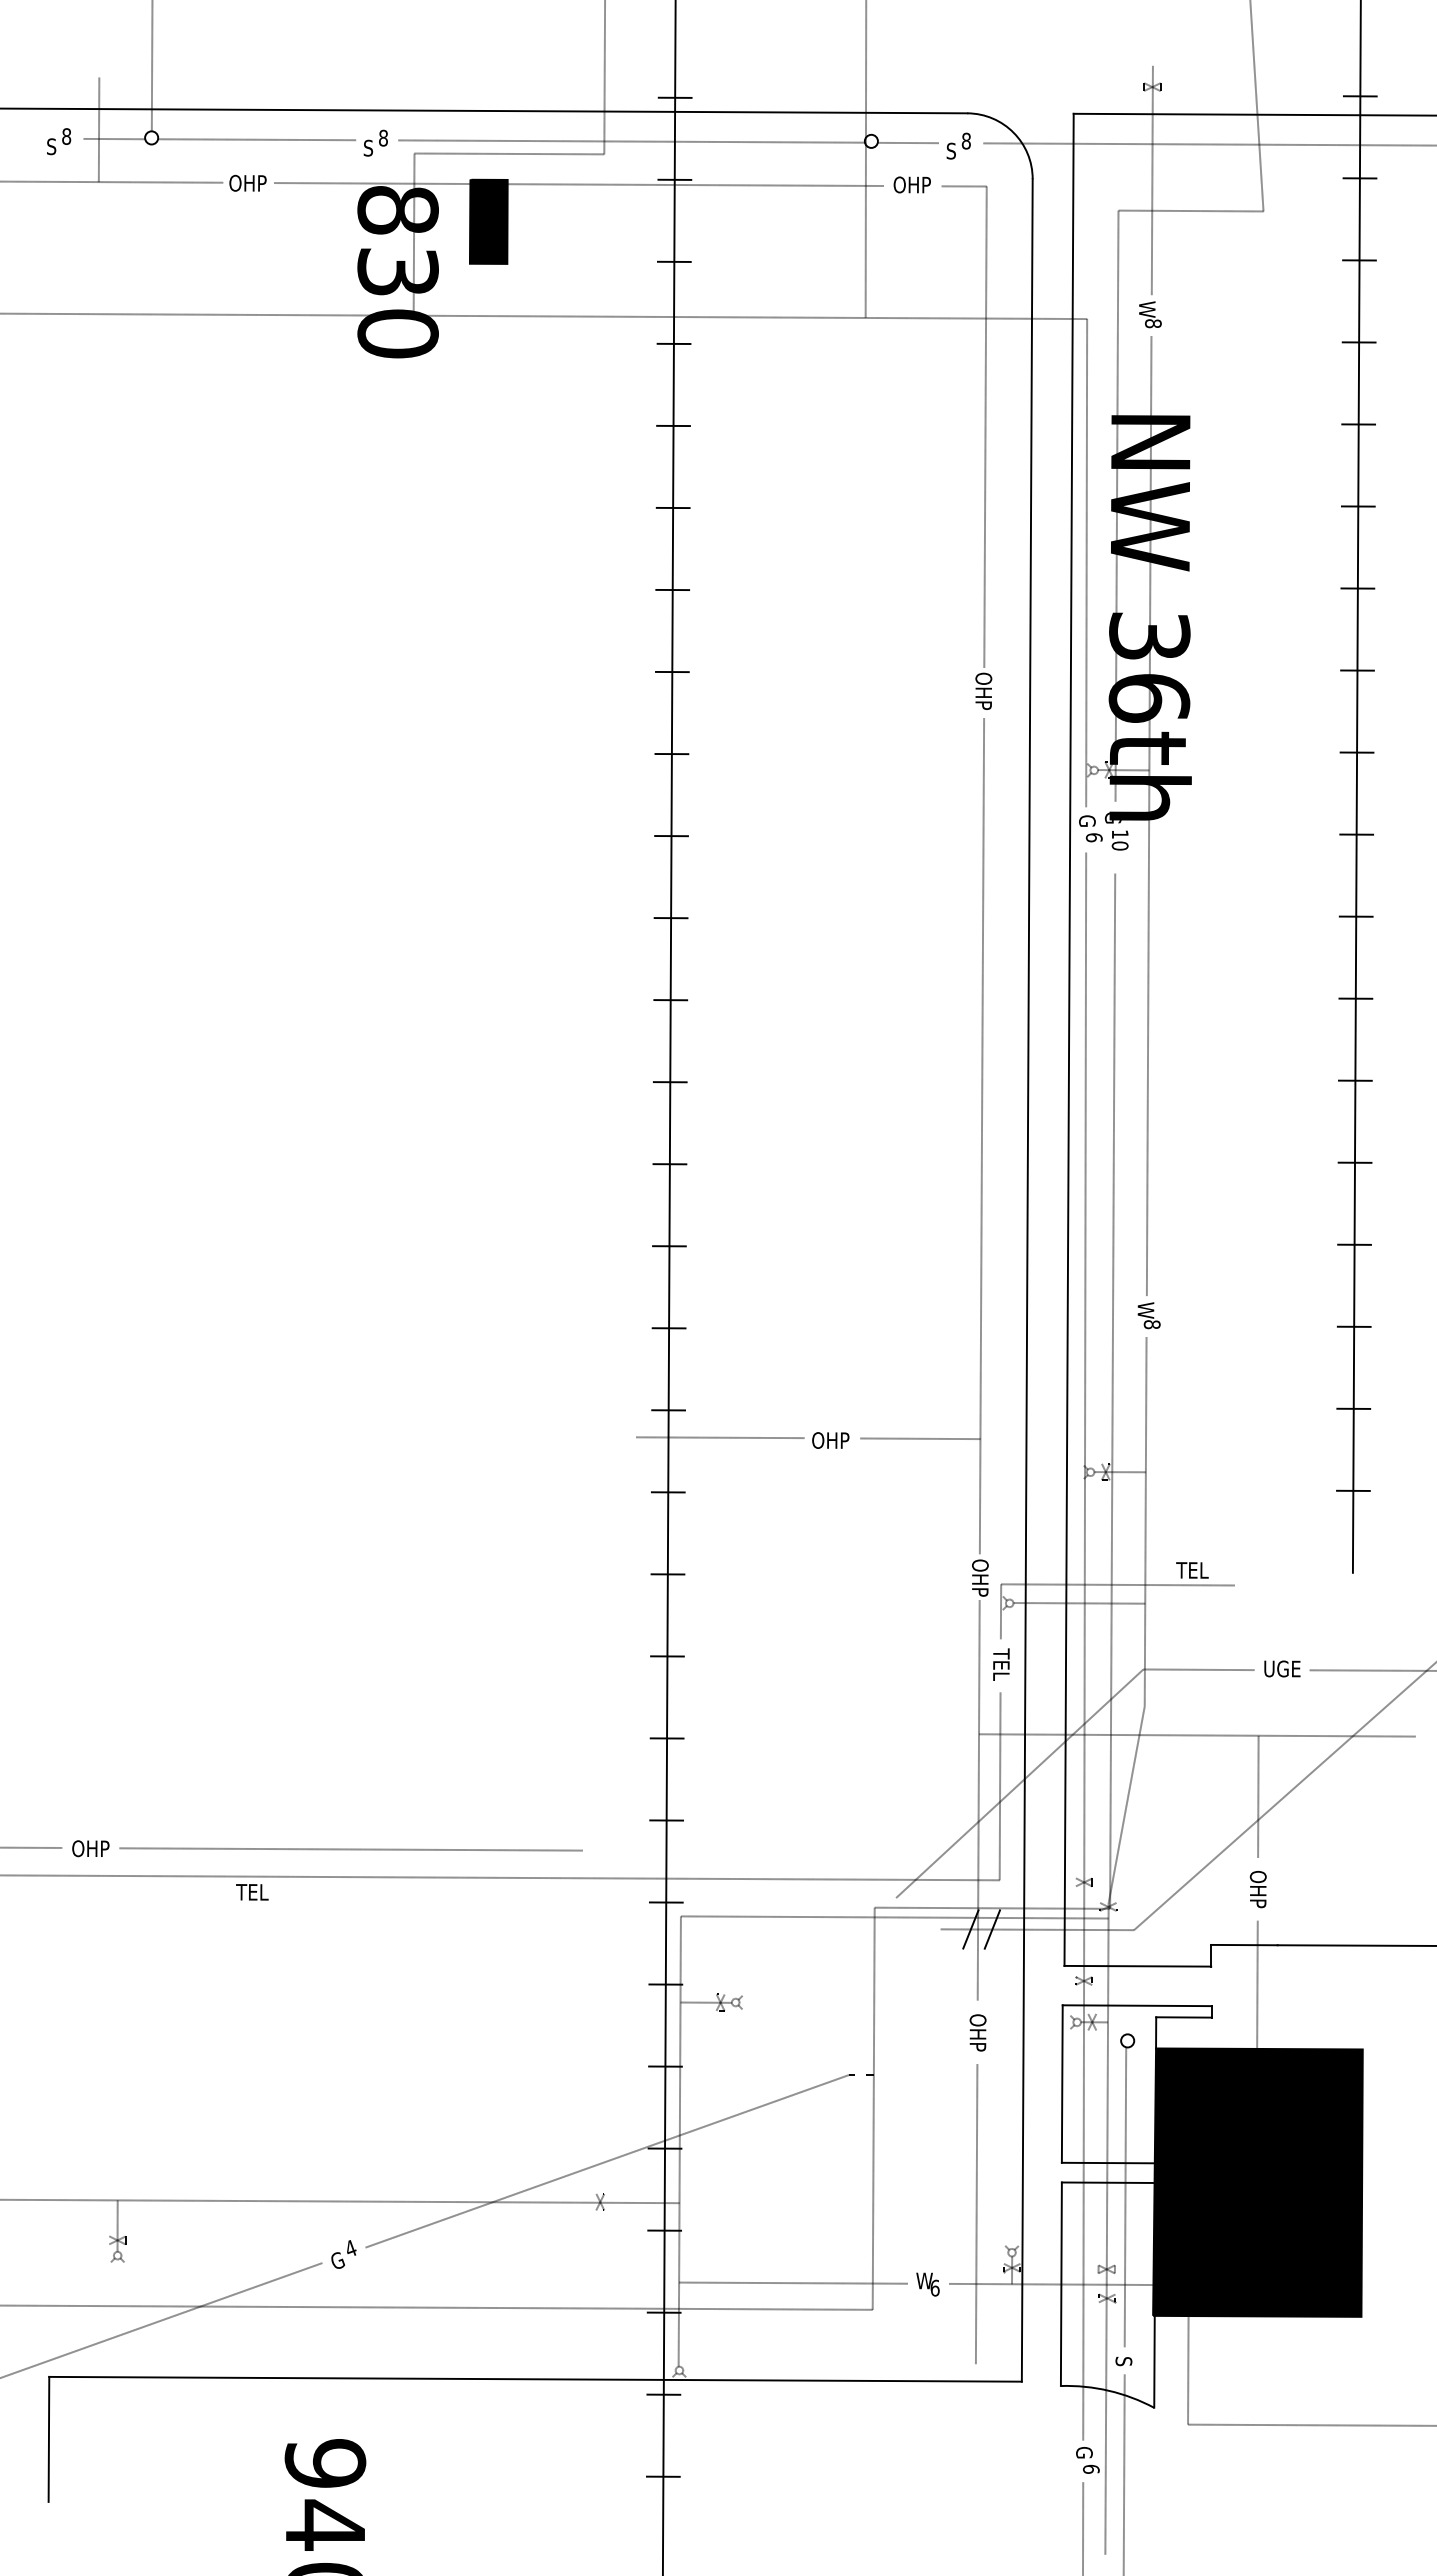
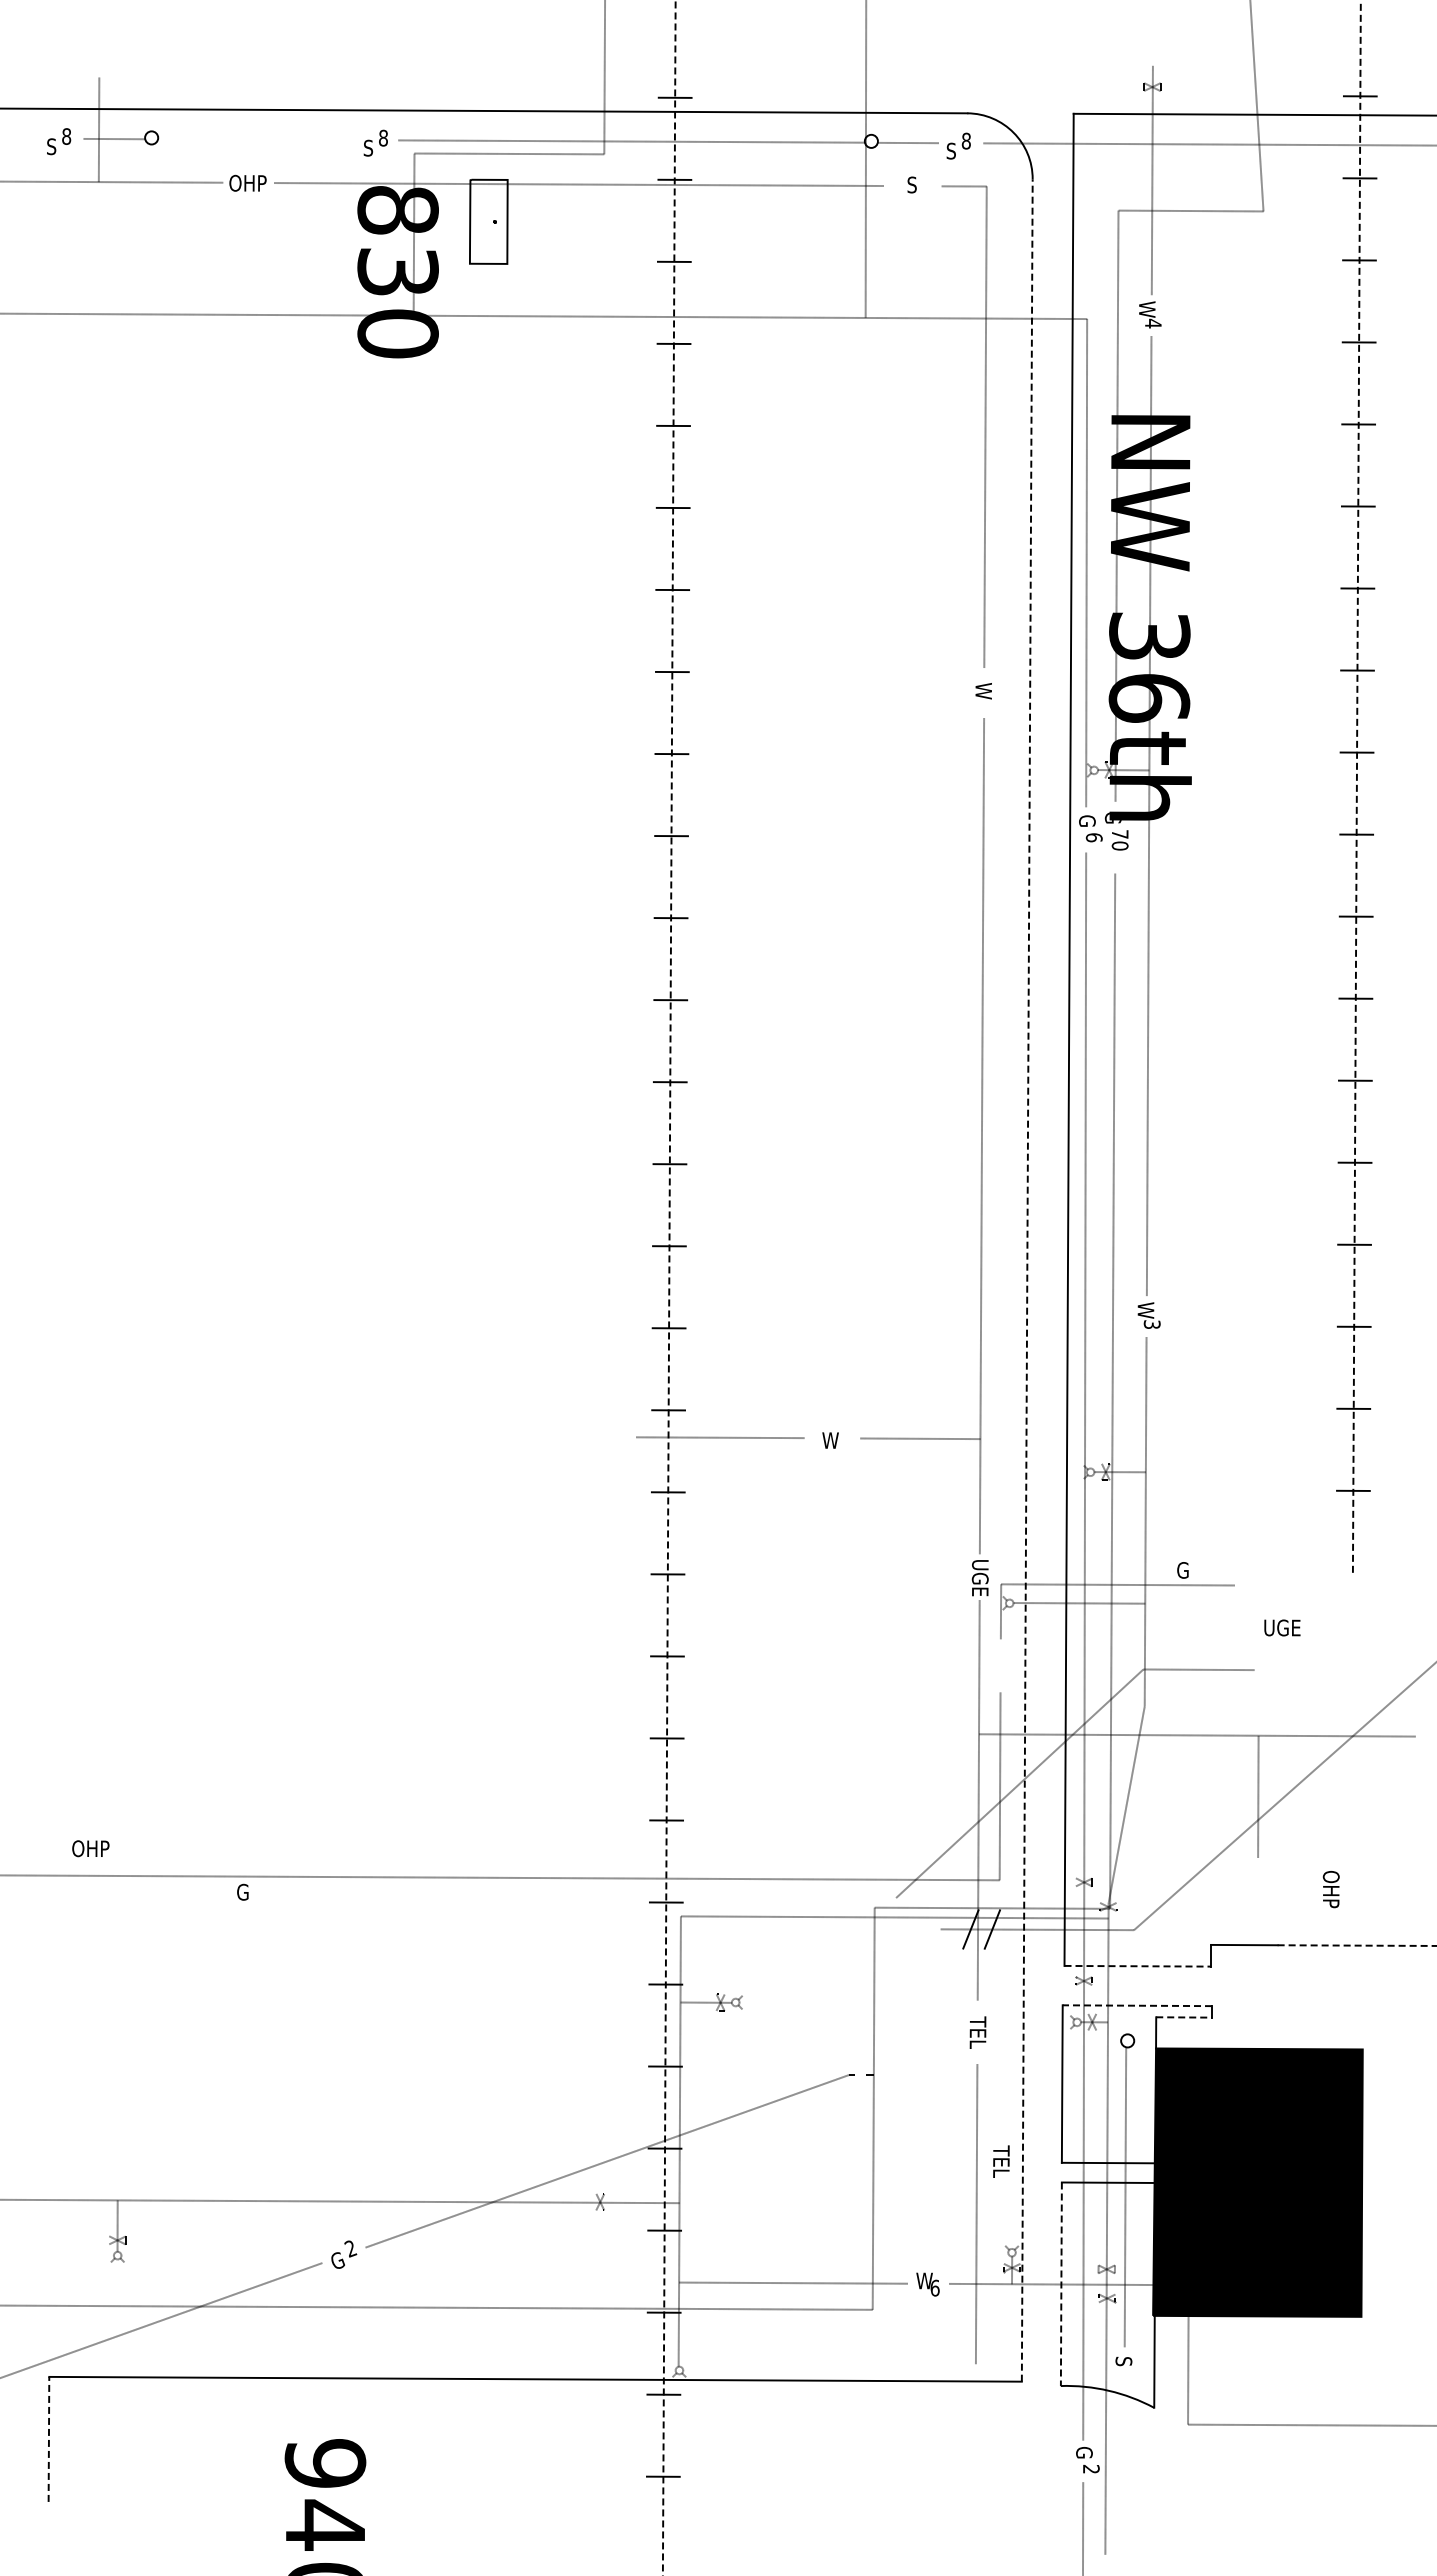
line at (151, 66): present -> none
line at (257, 139): present -> none
text at (911, 184): OHP -> S
fill at (488, 221): present -> none
text at (1153, 323): 8 -> 4
text at (983, 690): OHP -> W
line at (1356, 786): solid -> dashed
text at (1120, 834): 10 -> 70
line at (1027, 1279): solid -> dashed
line at (669, 1287): solid -> dashed
text at (1151, 1324): 8 -> 3
text at (830, 1440): OHP -> W
text at (1192, 1570): TEL -> G
text at (979, 1577): OHP -> UGE
text at (1001, 1664) position: (1001, 1664) -> (1001, 2161)
text at (1282, 1668) position: (1282, 1668) -> (1282, 1627)
line at (1371, 1670): present -> none
line at (32, 1847): present -> none
line at (350, 1849): present -> none
text at (1257, 1889) position: (1257, 1889) -> (1330, 1889)
text at (252, 1891): TEL -> G
line at (1357, 1945): solid -> dashed
line at (1138, 1966): solid -> dashed
line at (1257, 1986): present -> none
line at (1137, 2005): solid -> dashed
line at (1184, 2017): solid -> dashed
text at (977, 2032): OHP -> TEL
text at (350, 2248): 4 -> 2
line at (1061, 2284): solid -> dashed
line at (48, 2439): solid -> dashed
text at (1090, 2468): 6 -> 2
line at (1123, 2473): present -> none
